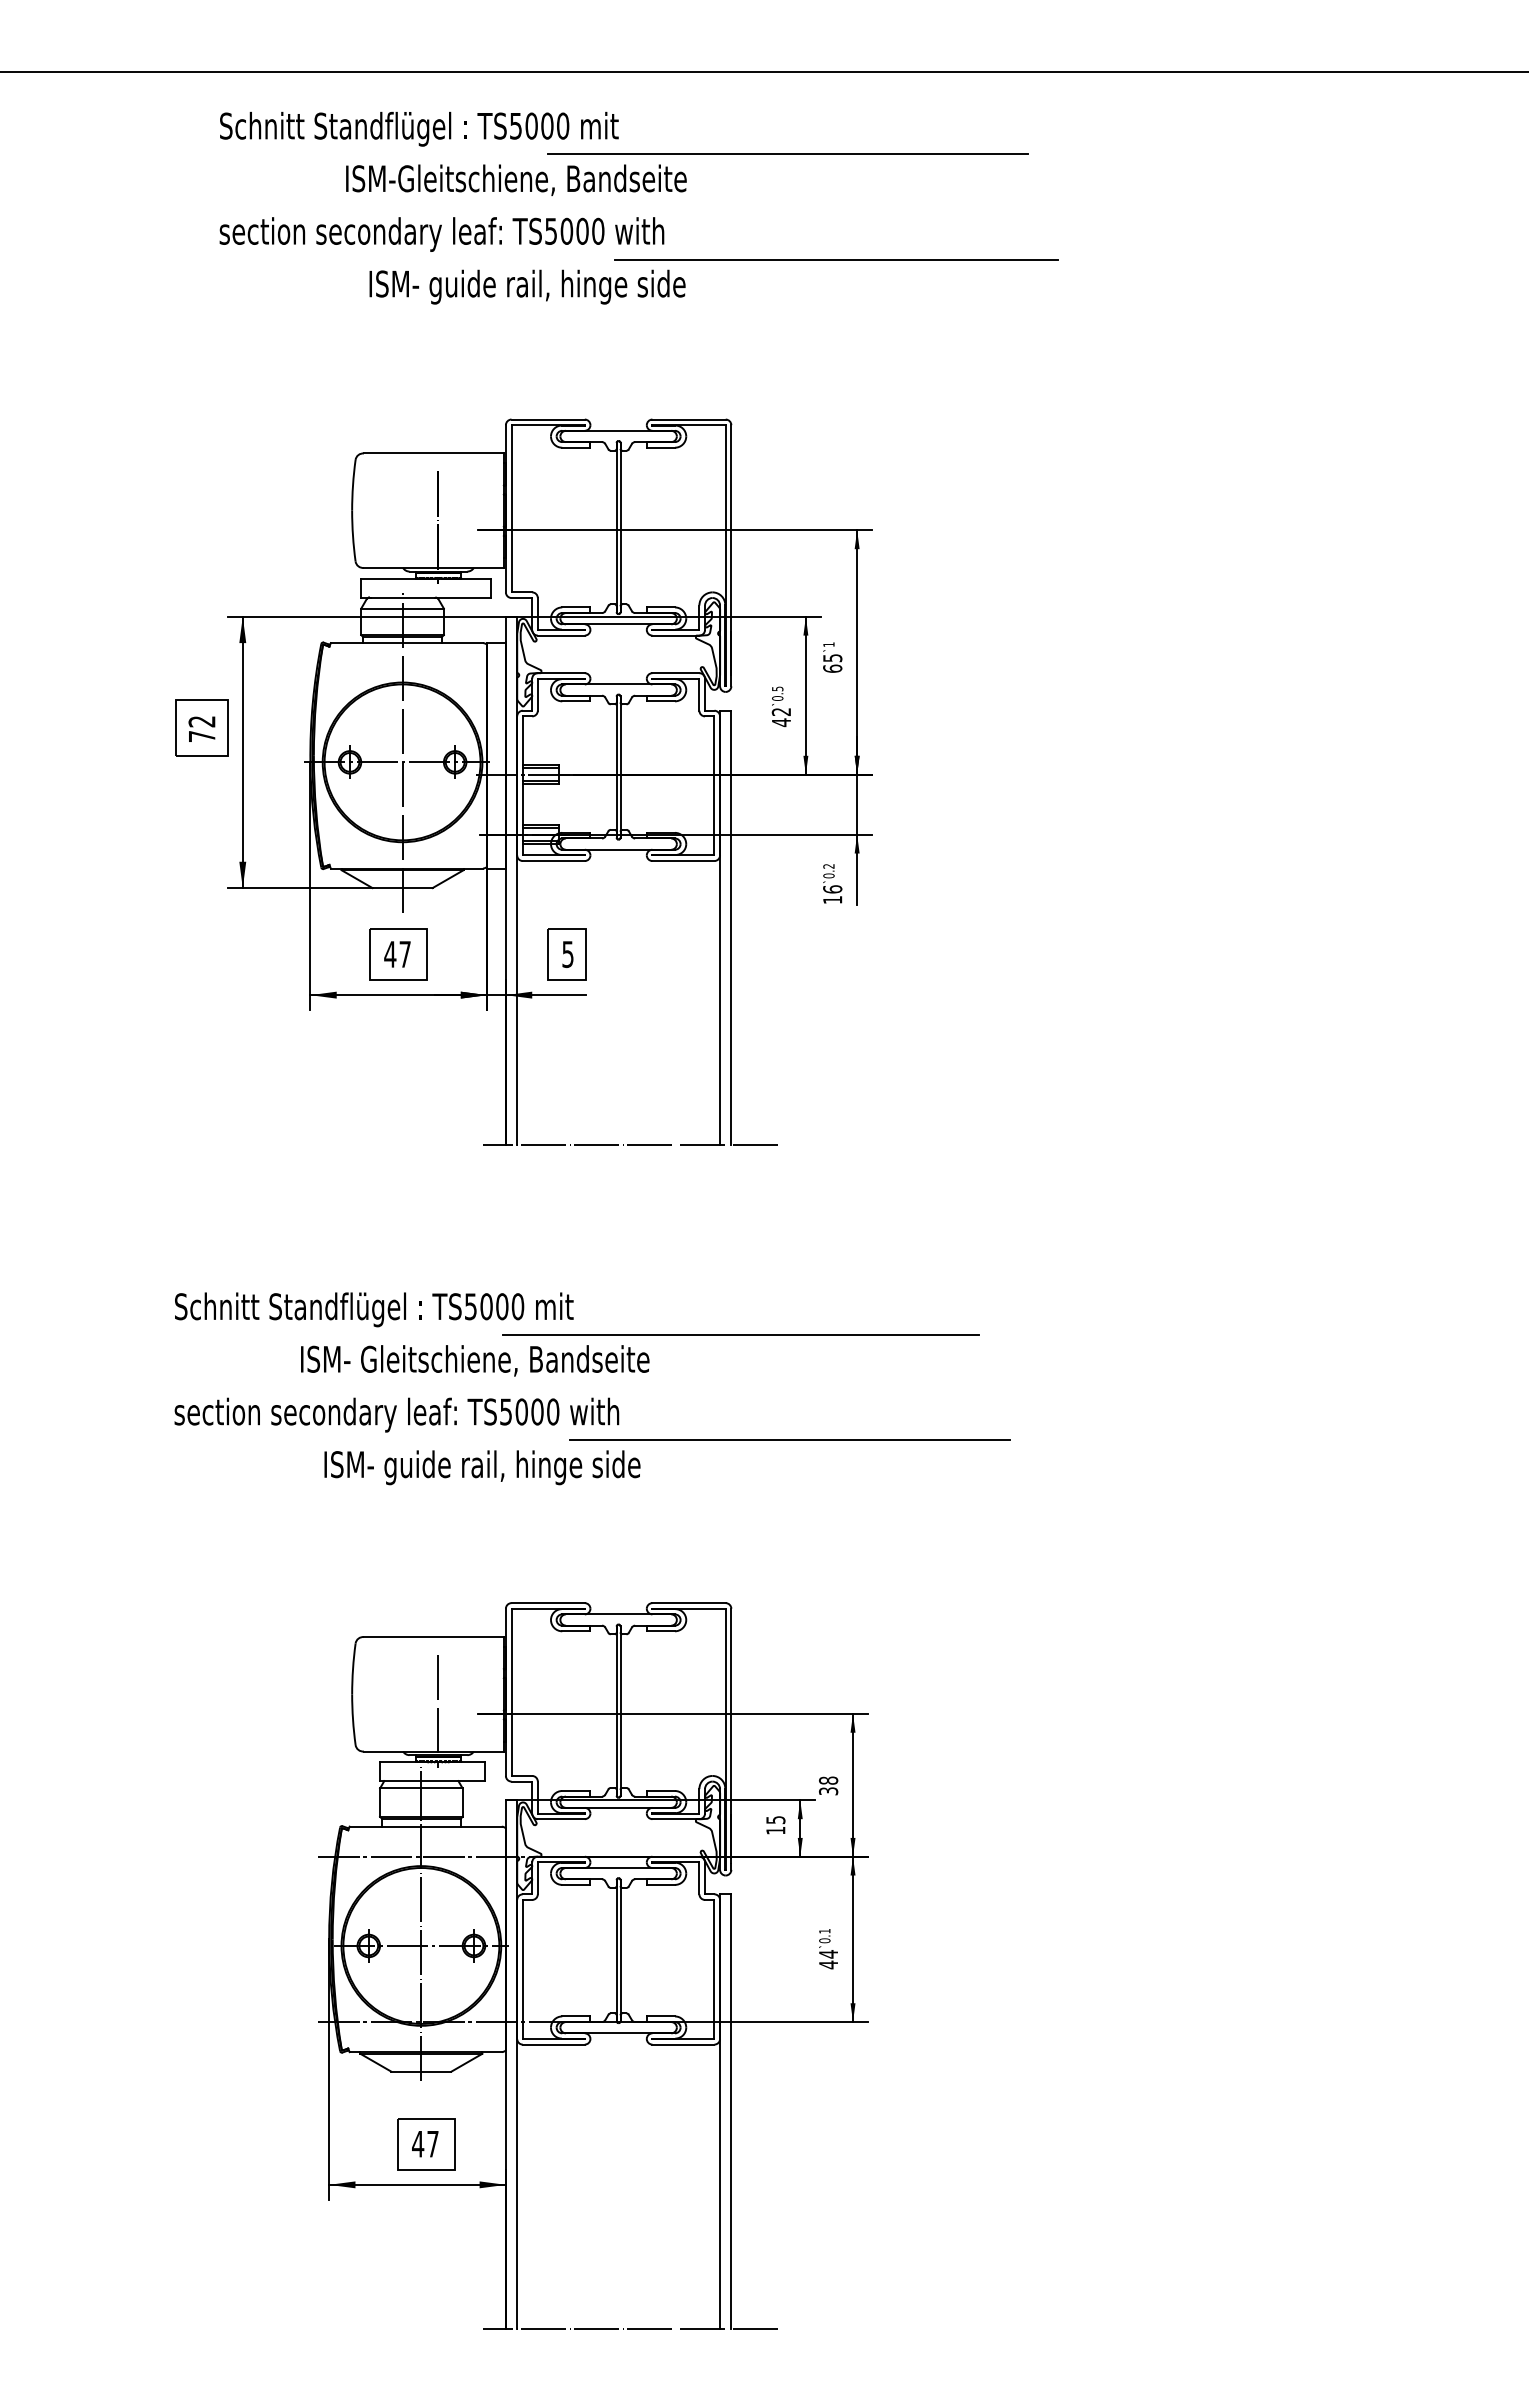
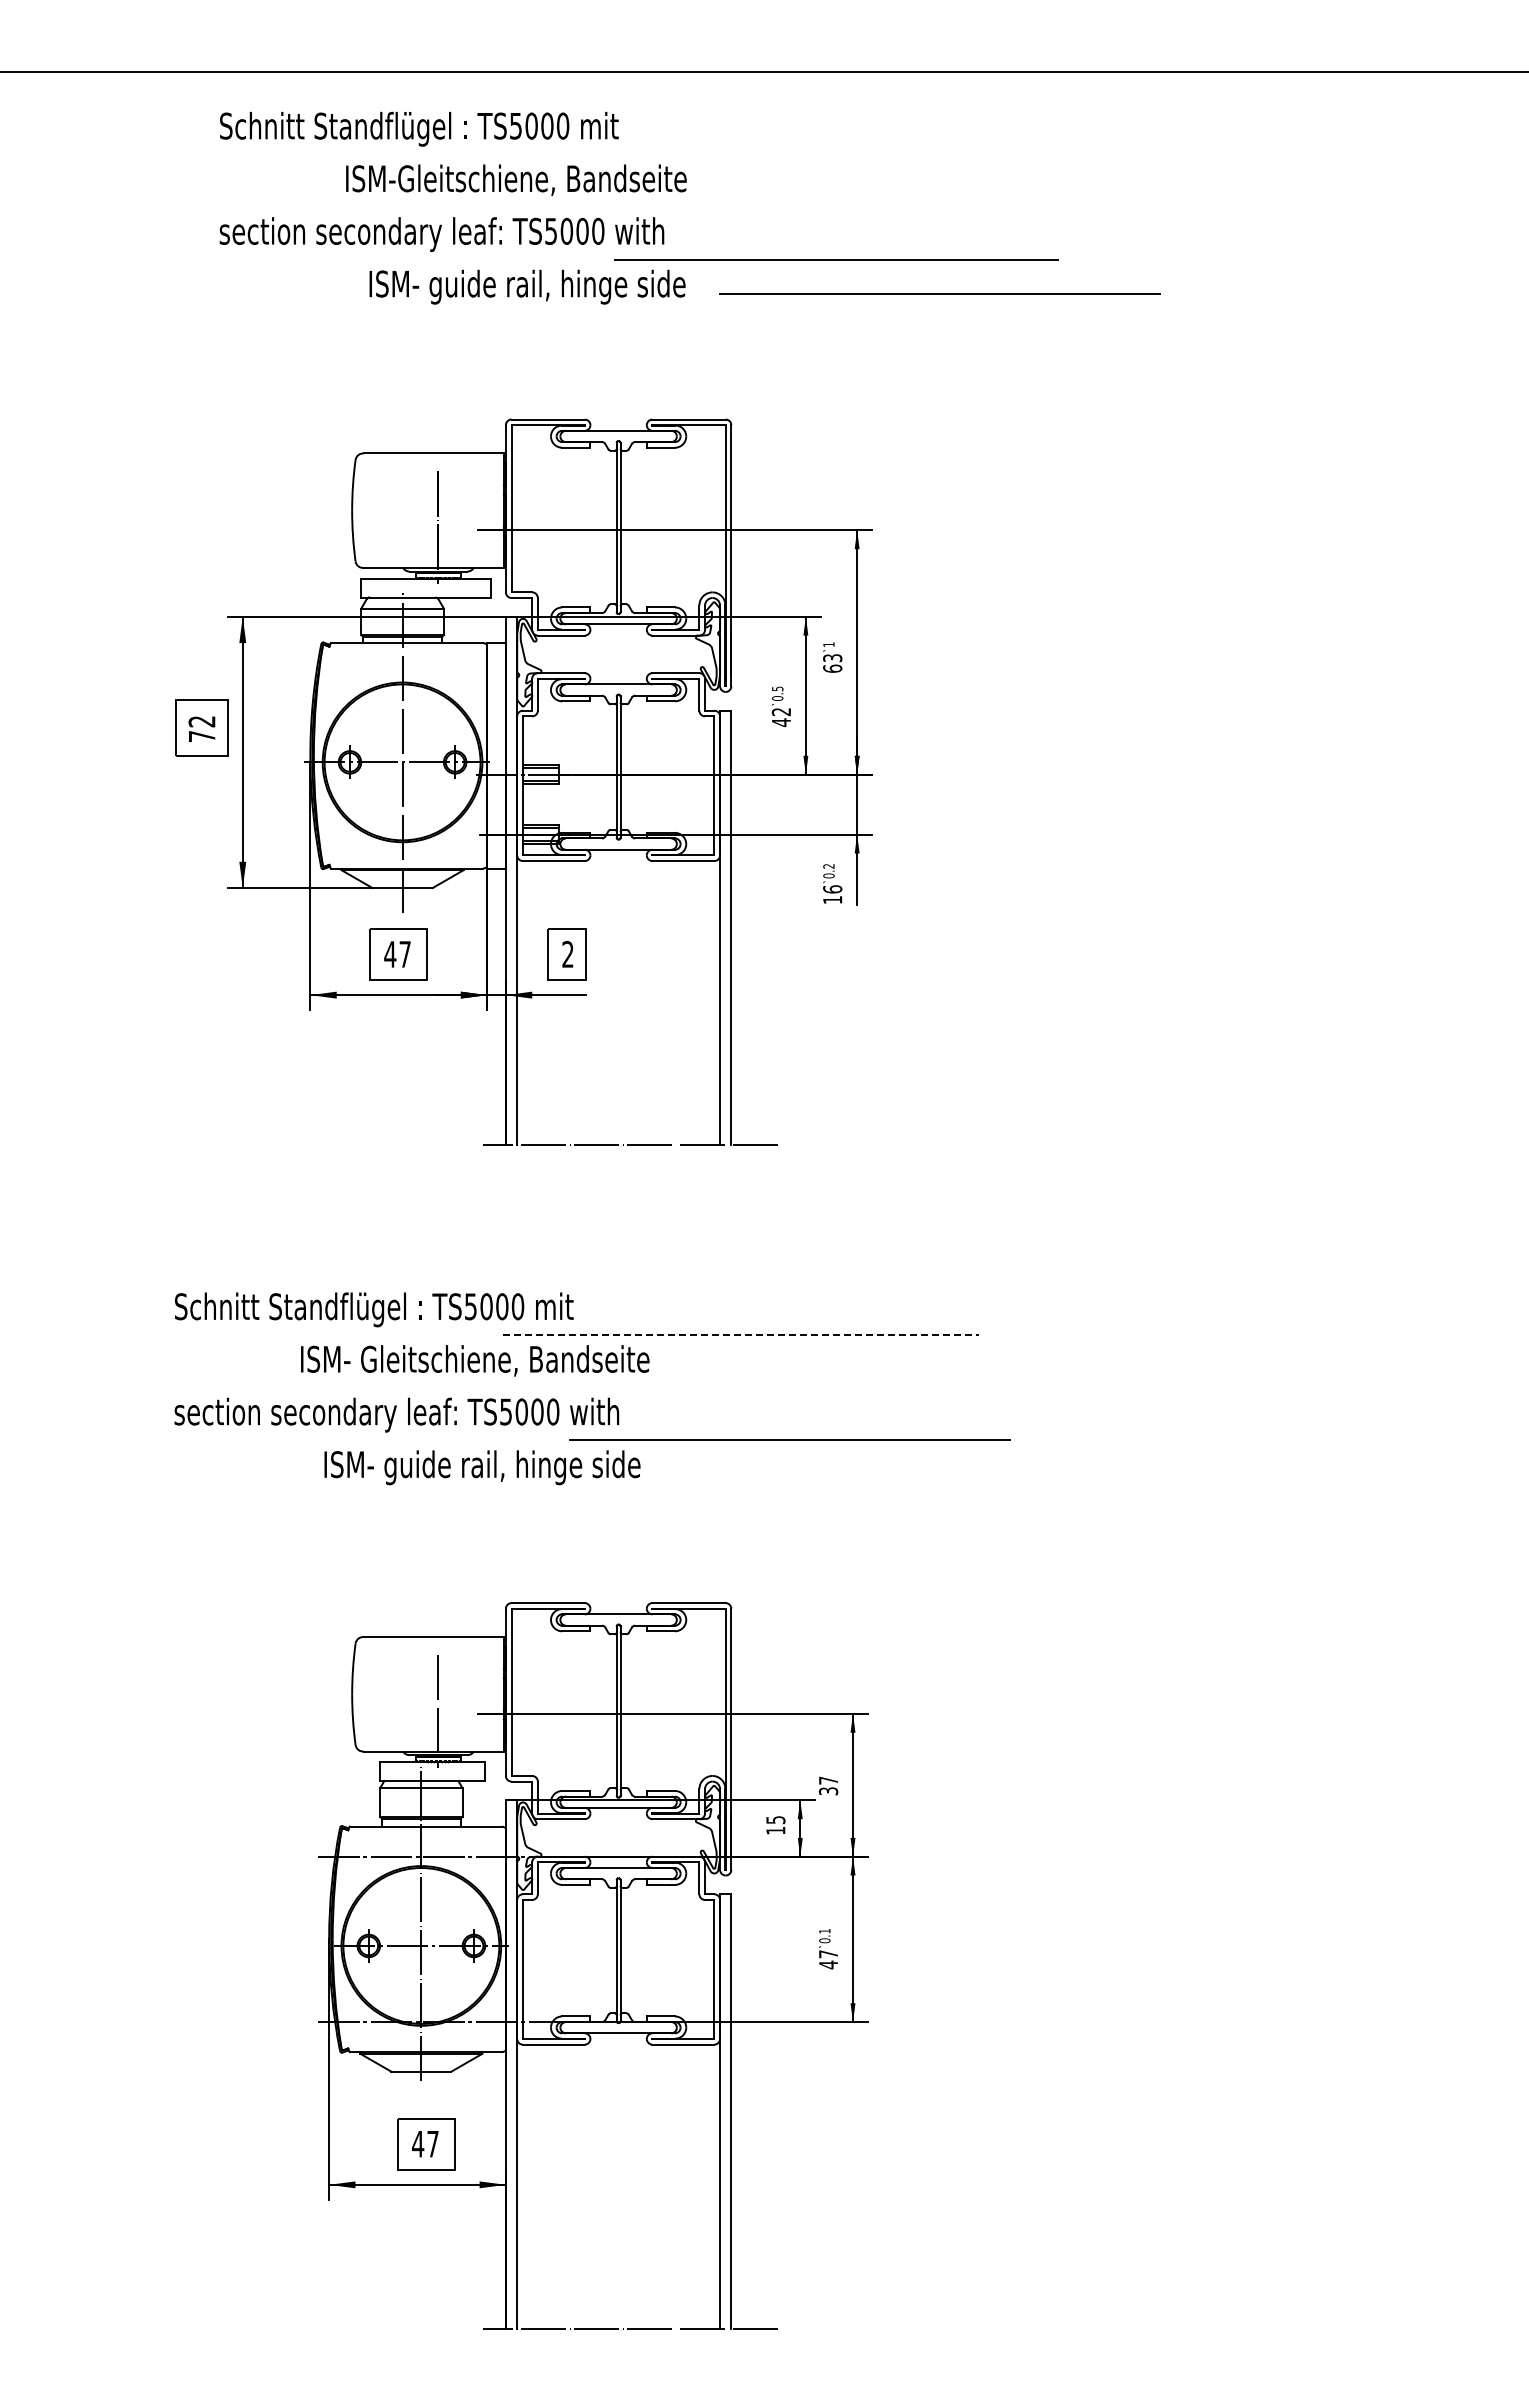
line at (787, 154): present -> none
line at (939, 293): none -> present
text at (832, 657): 65 -> 63
text at (567, 954): 5 -> 2
line at (741, 1334): solid -> dashed
text at (828, 1780): 38 -> 37
text at (828, 1954): 44 -> 47
